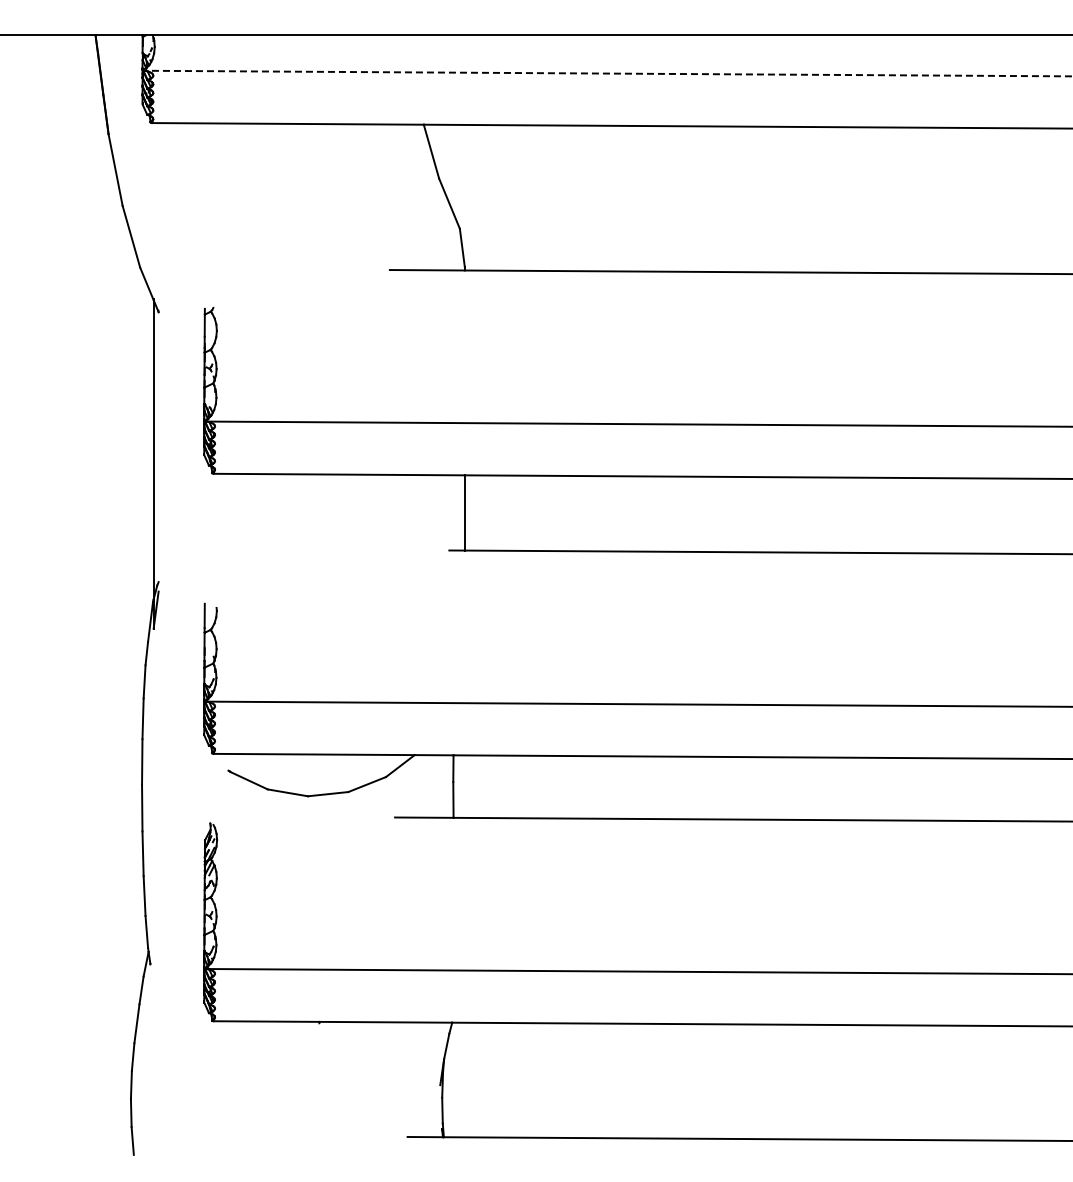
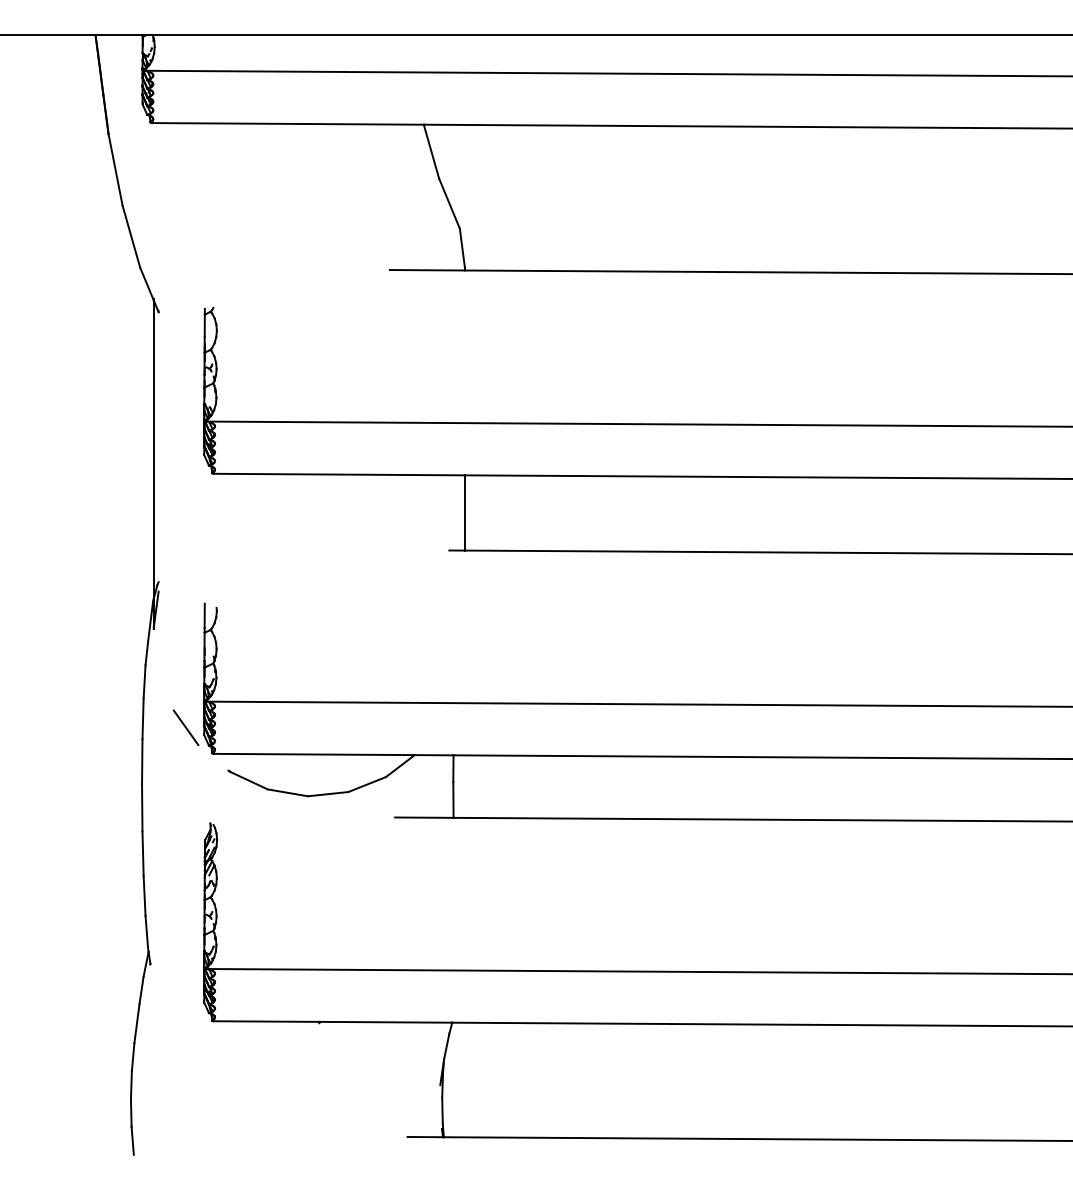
line at (608, 73): dashed -> solid
line at (185, 727): none -> present
